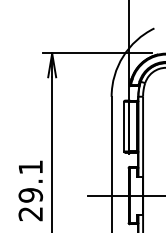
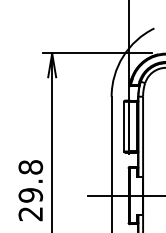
text at (30, 167): 29.1 -> 29.8
